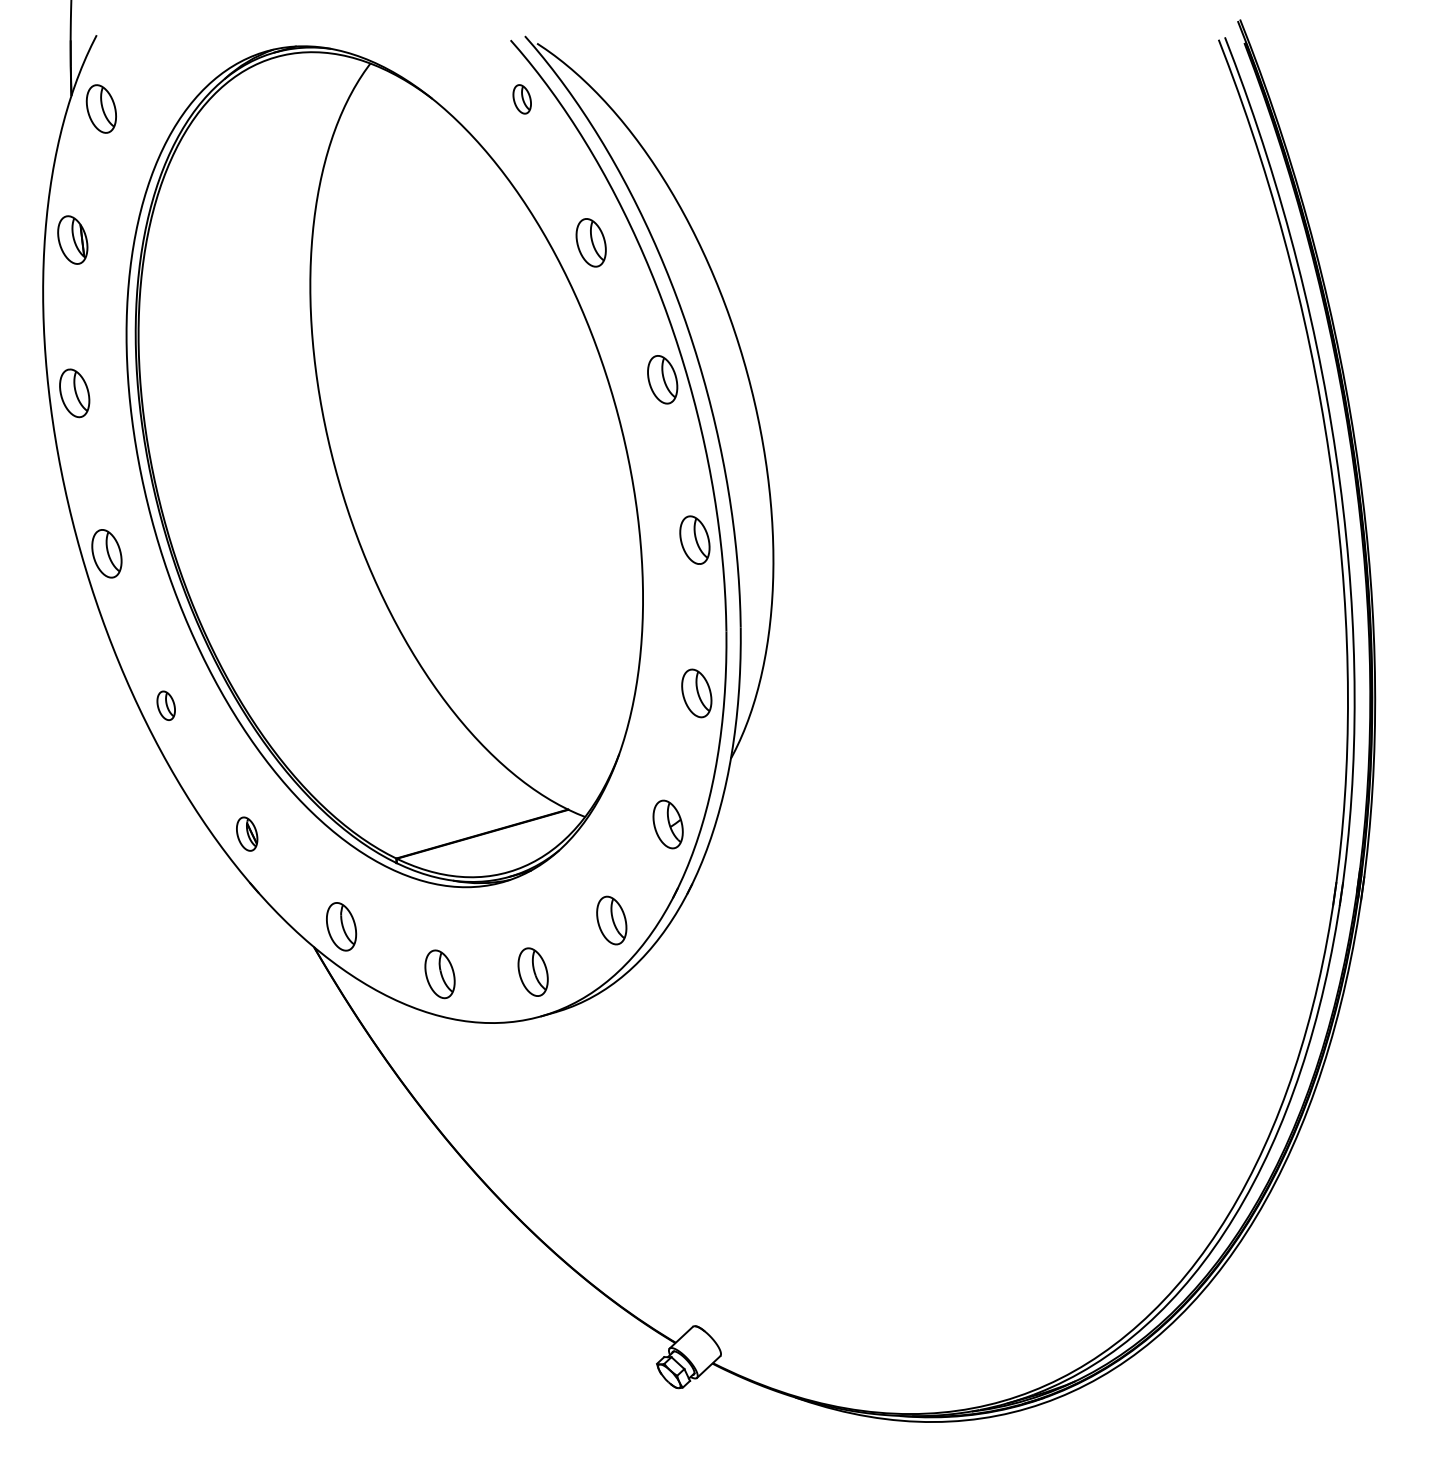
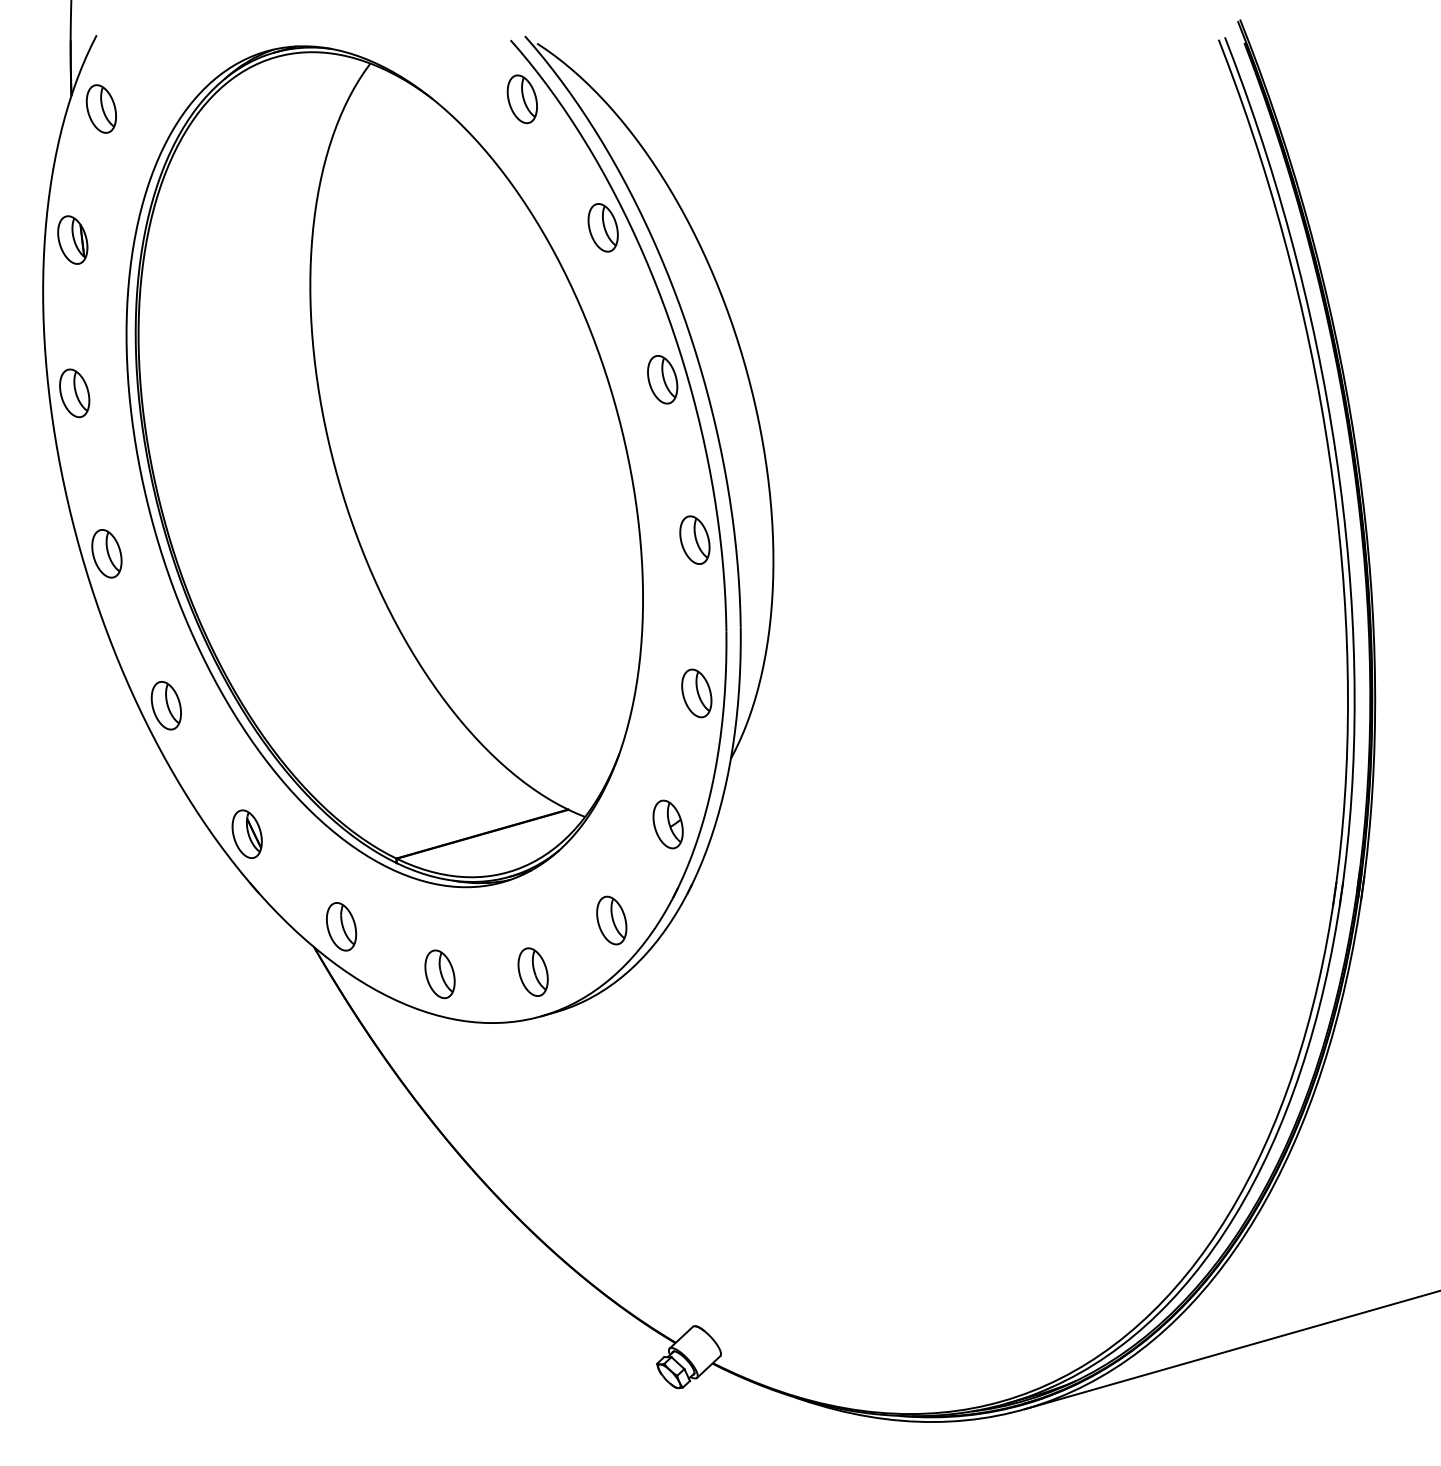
part at (521, 99) size: 20x31 px -> 32x51 px
part at (590, 242) position: (590, 242) -> (602, 227)
part at (165, 705) size: 20x31 px -> 32x50 px
part at (247, 833) size: 23x36 px -> 32x50 px
line at (1230, 1350): none -> present
